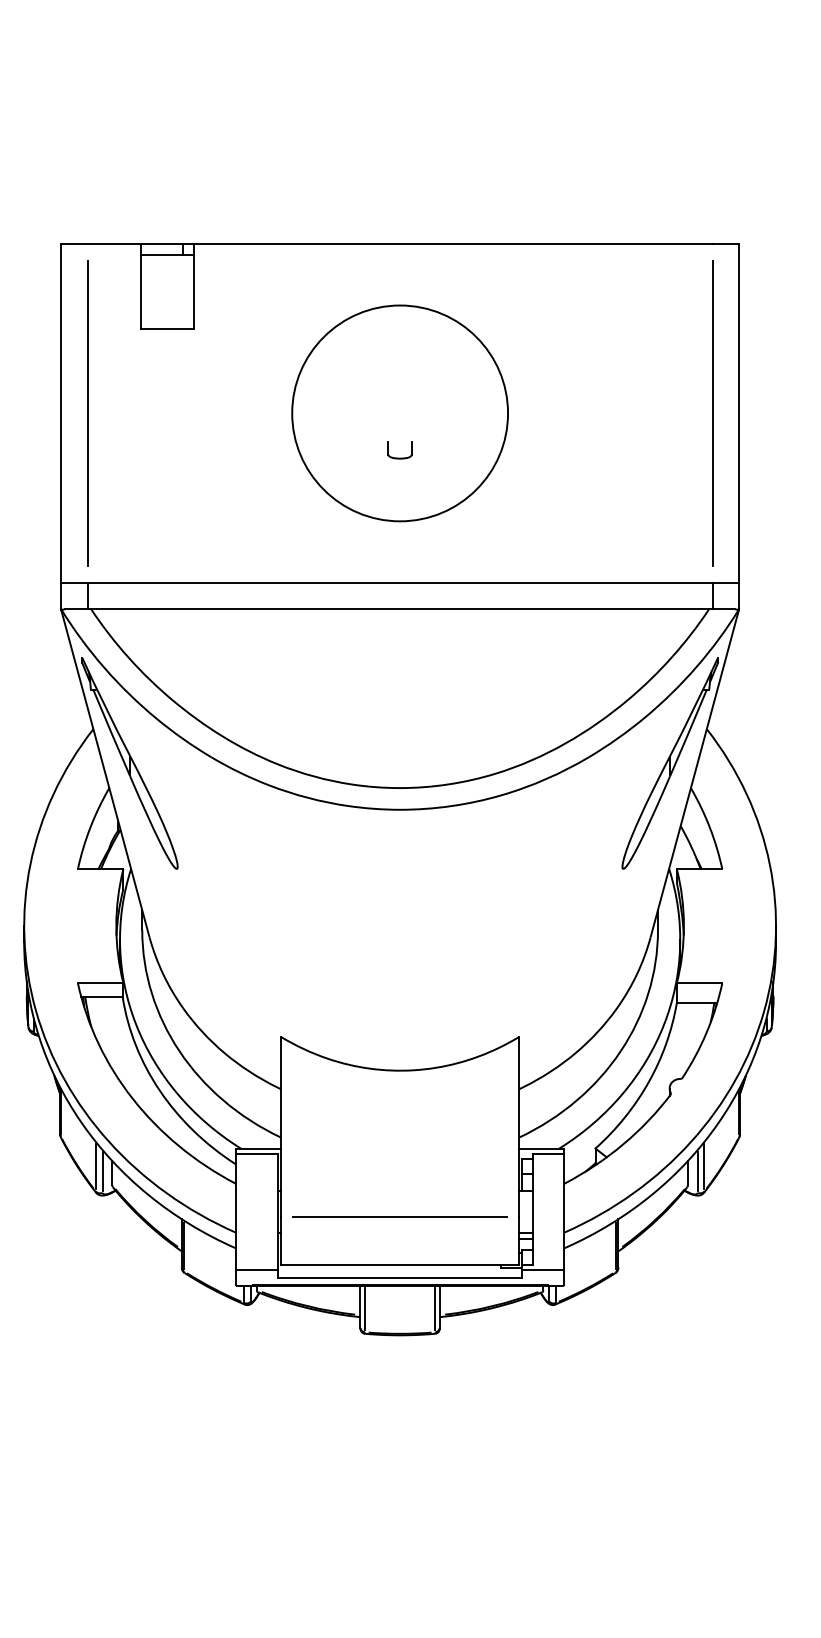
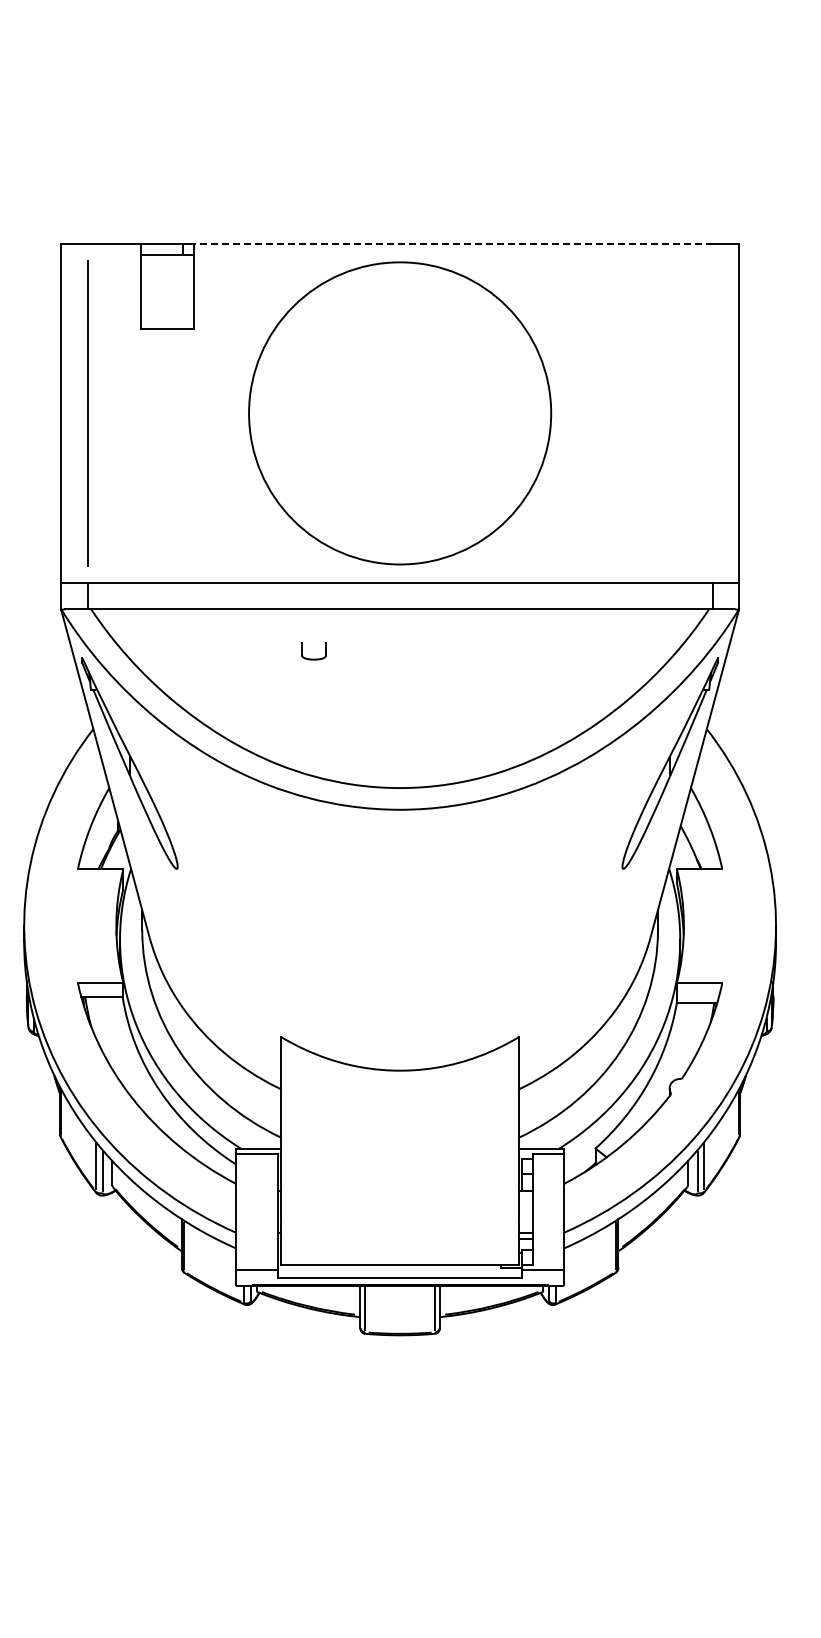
line at (452, 244): solid -> dashed
circle at (400, 413) diameter: 216 px -> 302 px
line at (712, 413): present -> none
part at (399, 457) position: (399, 457) -> (313, 658)
line at (399, 1216): present -> none
